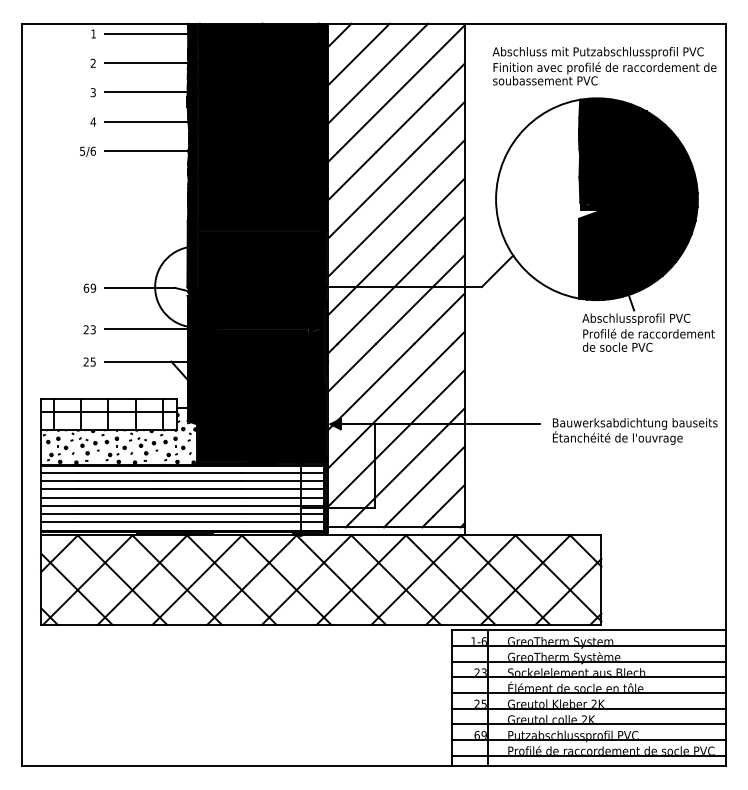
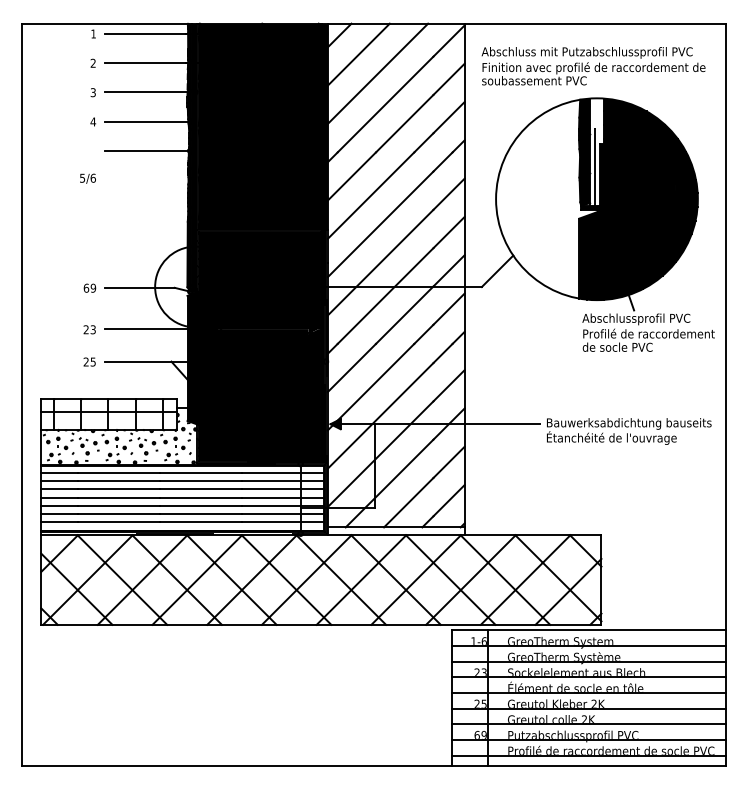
text at (604, 66) position: (604, 66) -> (593, 66)
text at (87, 151) position: (87, 151) -> (87, 178)
fill at (596, 151): present -> none
text at (635, 431) position: (635, 431) -> (629, 431)
